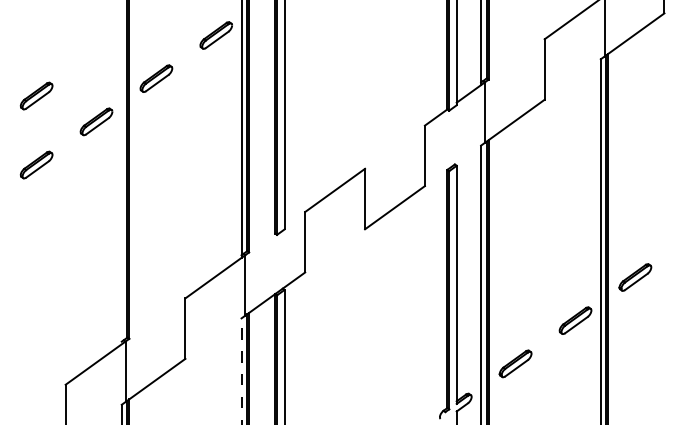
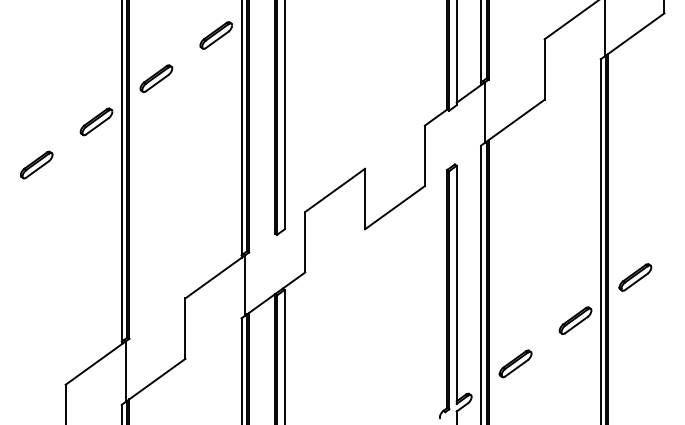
part at (36, 95): present -> none
line at (121, 173): none -> present
line at (241, 371): dashed -> solid
